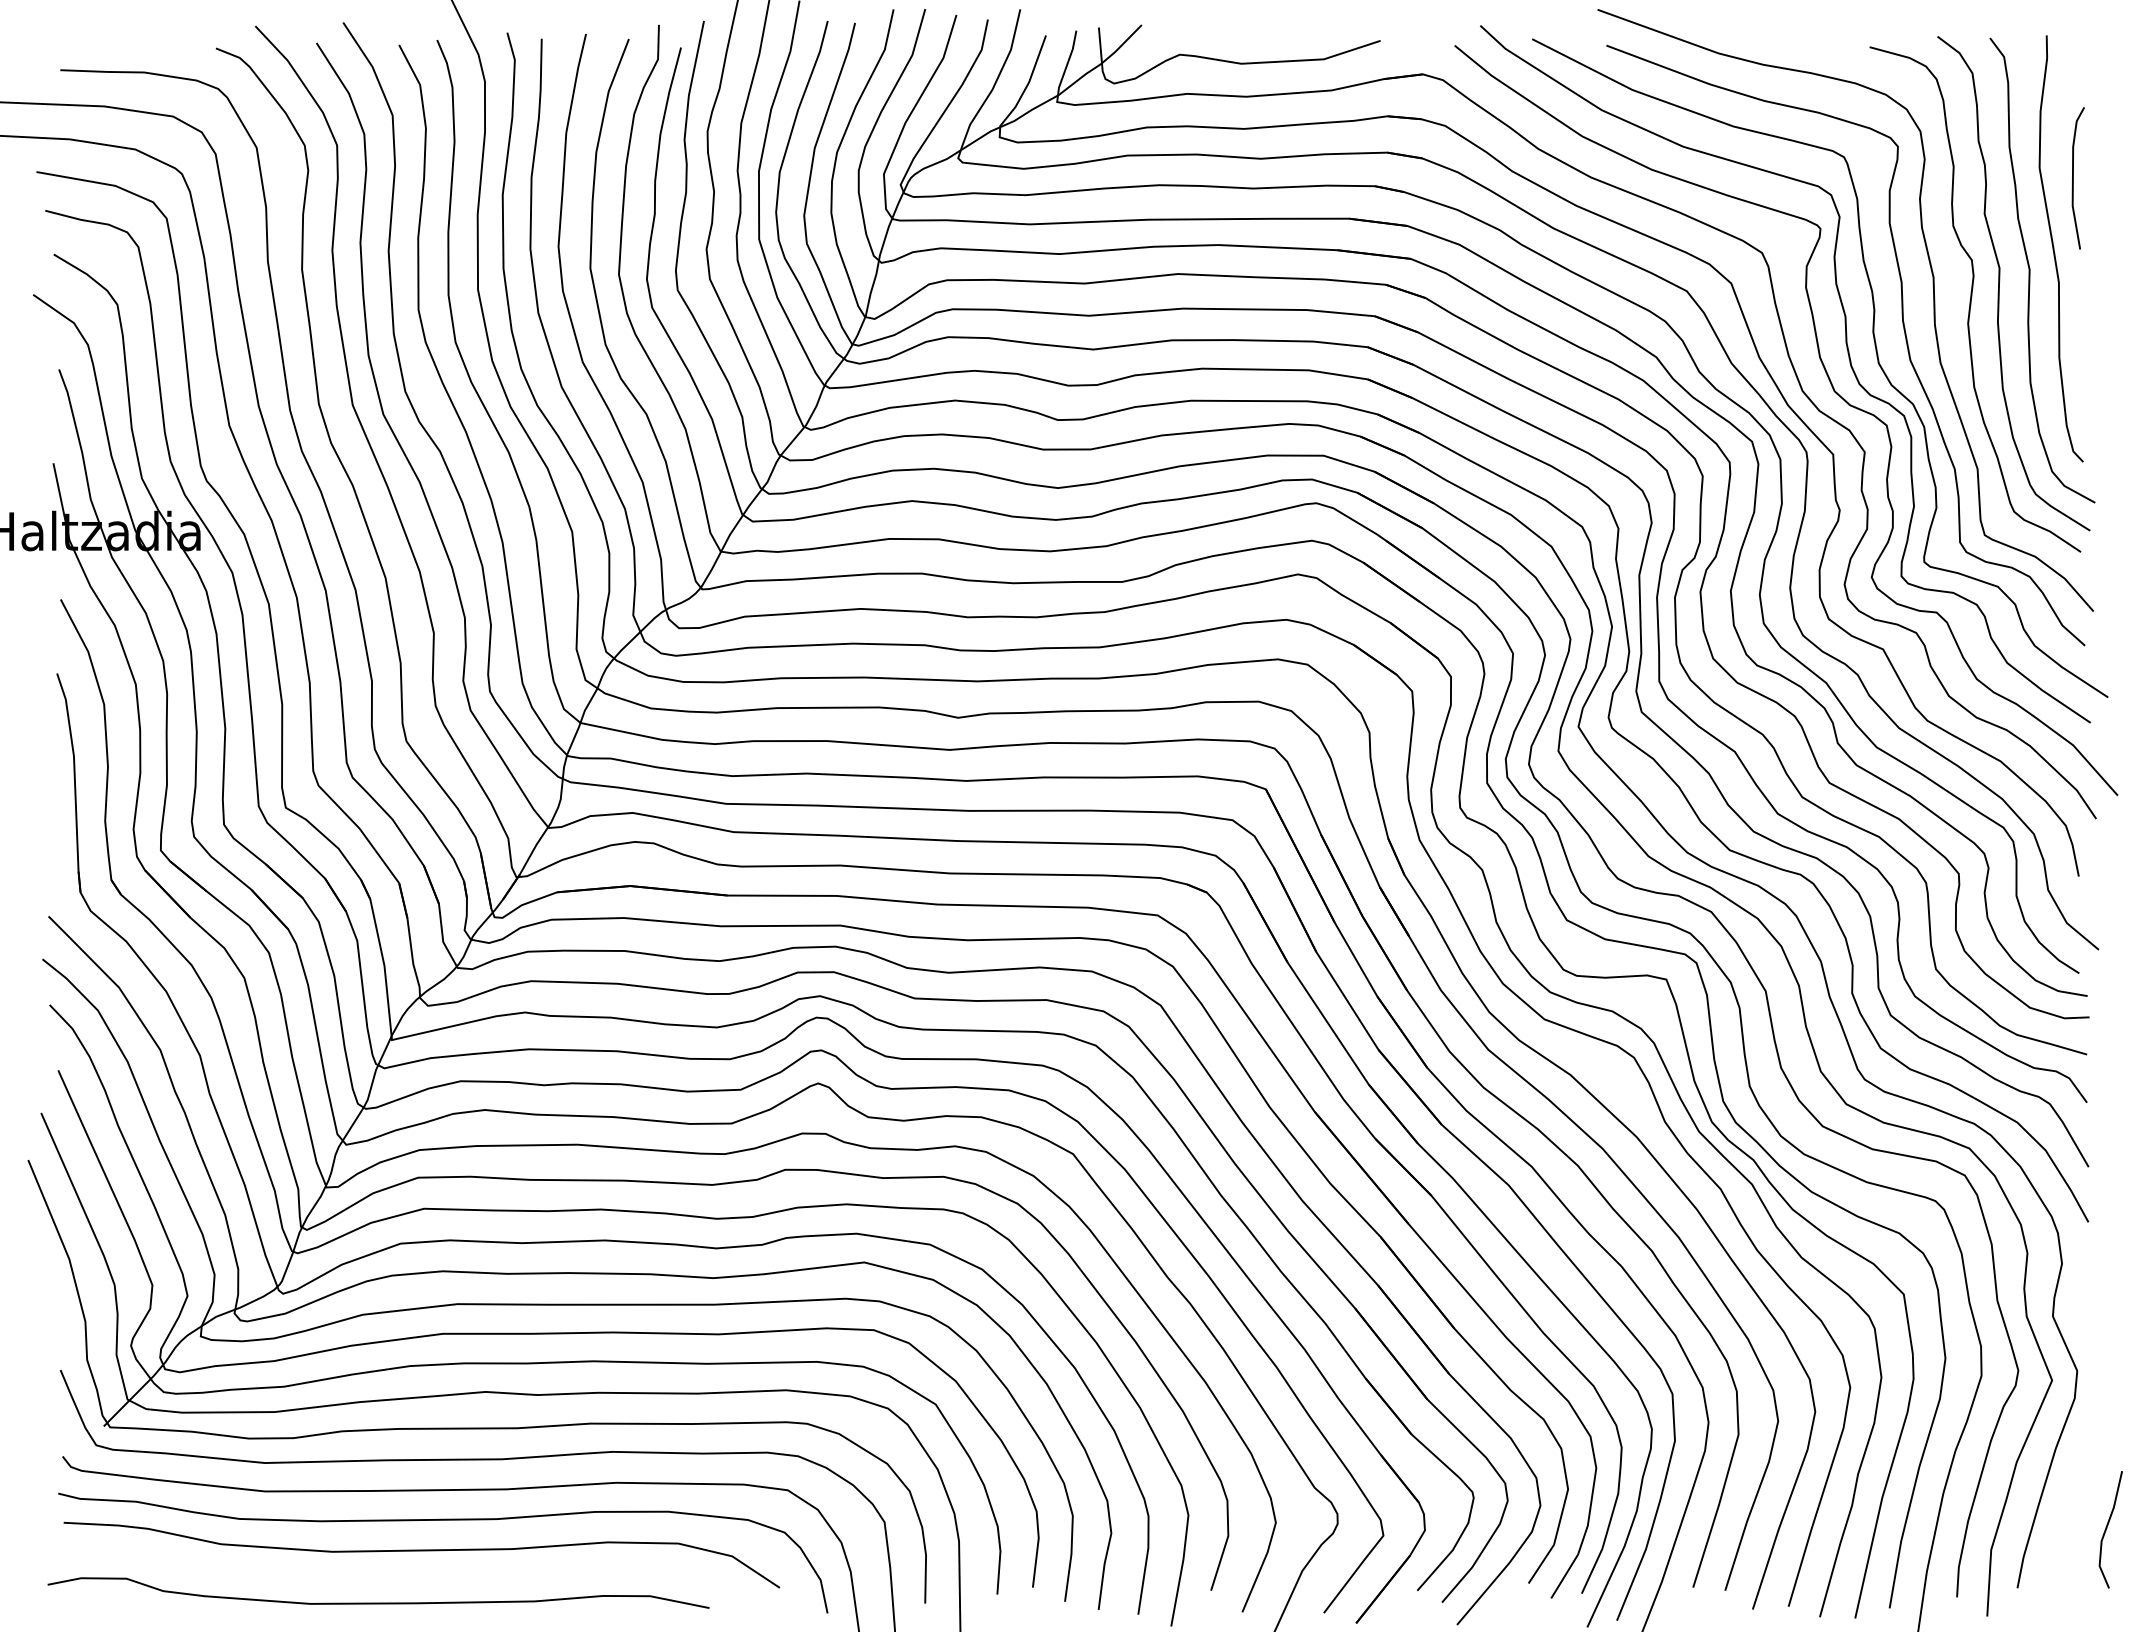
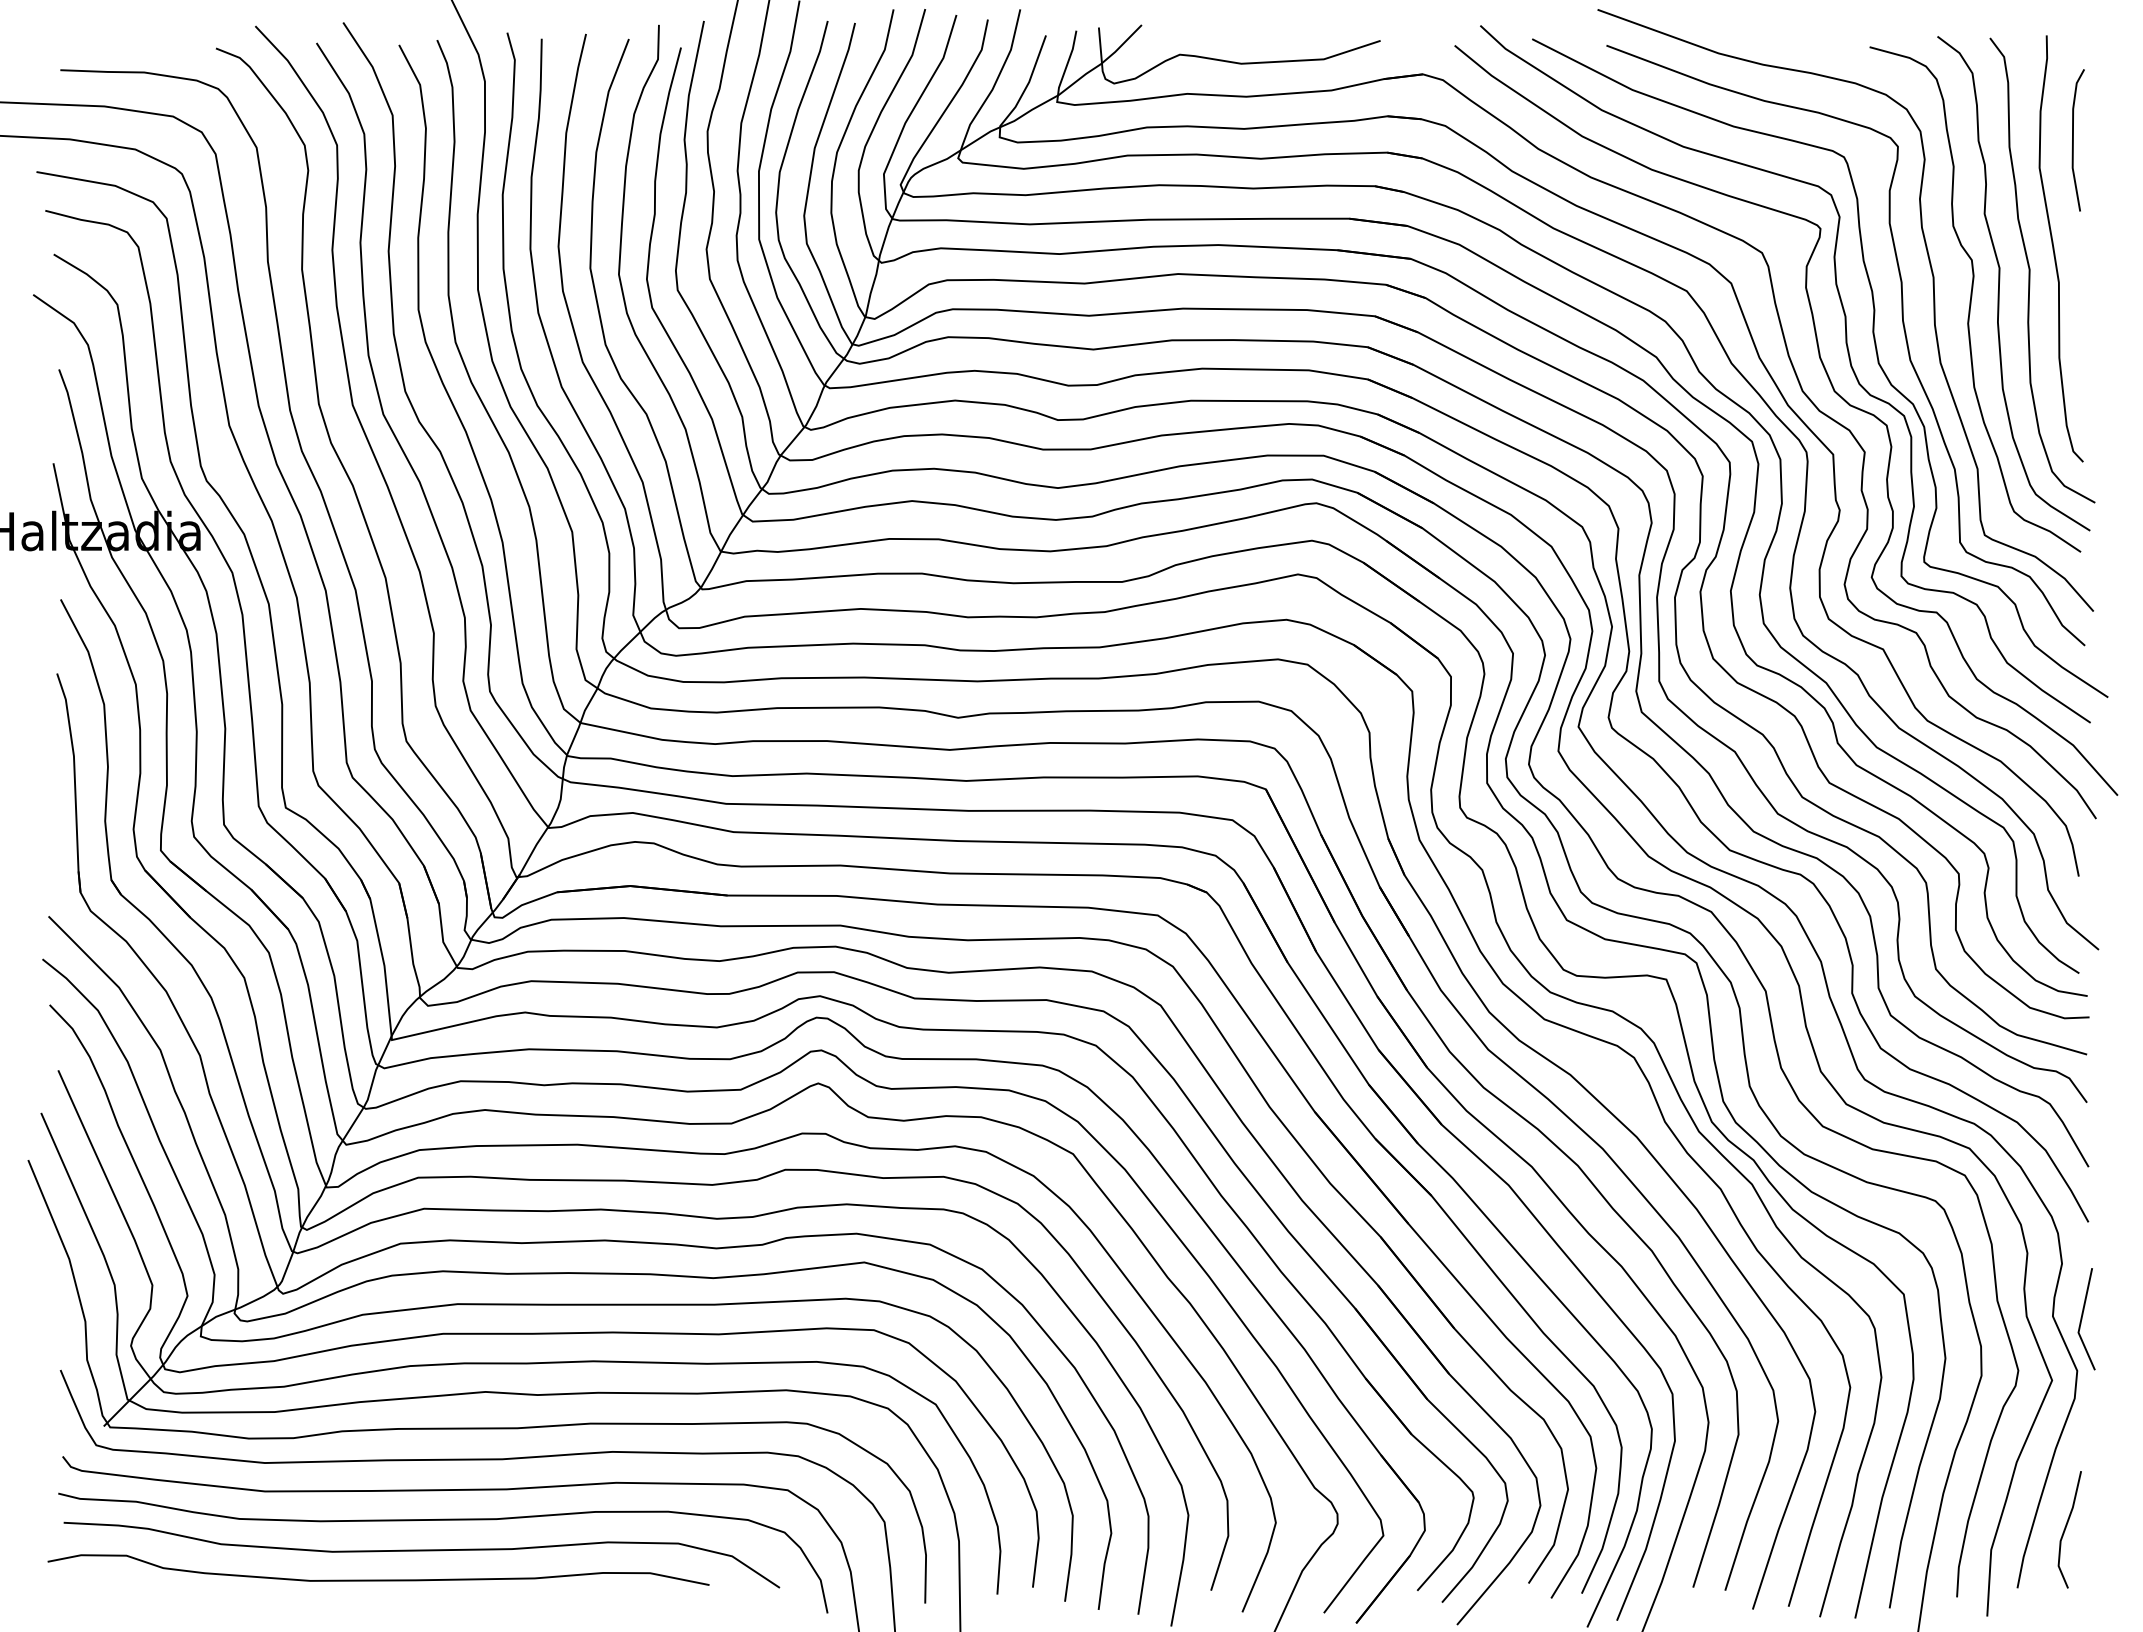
line at (2073, 178) position: (2073, 178) -> (2073, 140)
line at (2082, 1319): none -> present
line at (2107, 1528) position: (2107, 1528) -> (2066, 1528)
part at (378, 1602) position: (378, 1602) -> (378, 1579)
